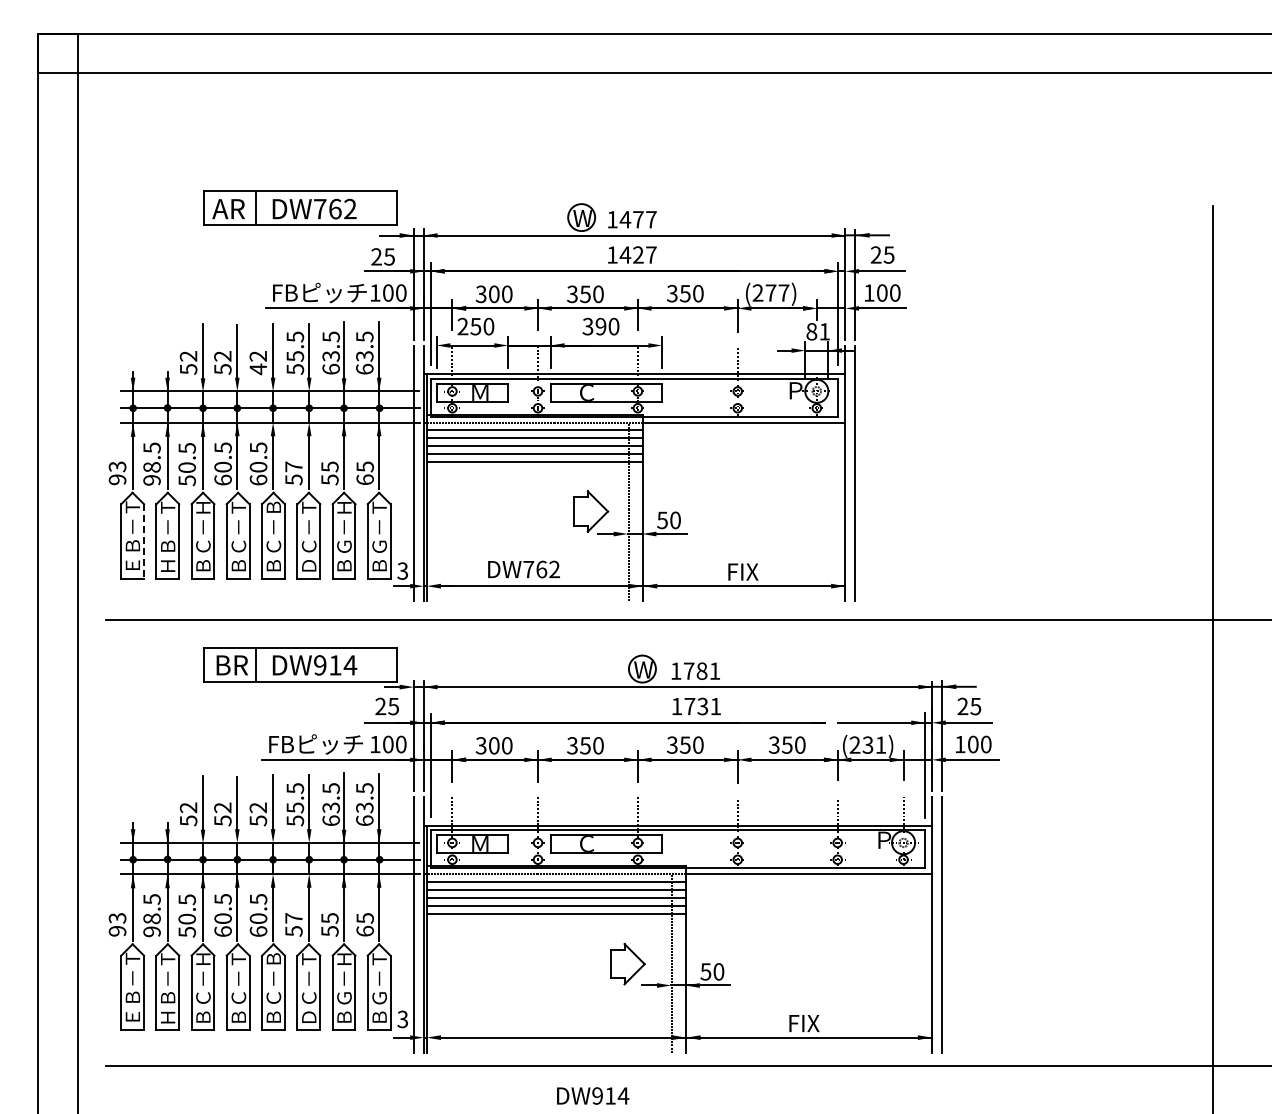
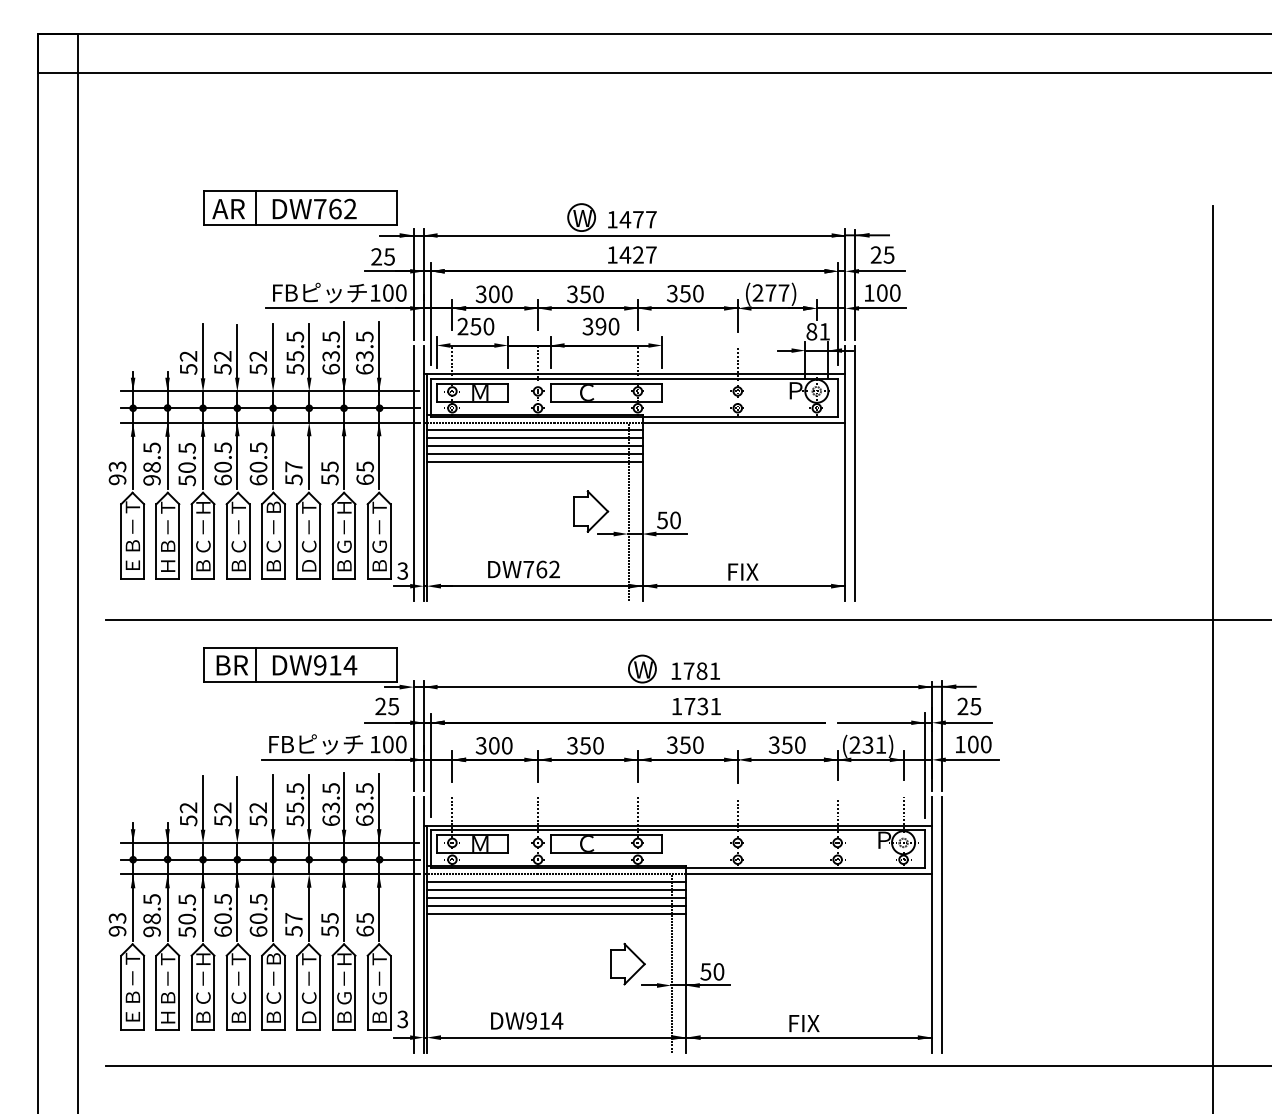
text at (258, 369): 42 -> 52
line at (144, 541): dashed -> solid
text at (593, 1095) position: (593, 1095) -> (527, 1020)
